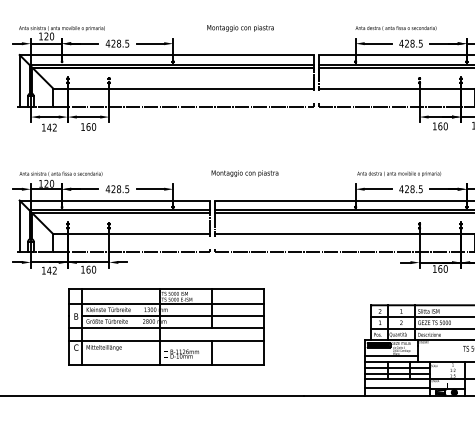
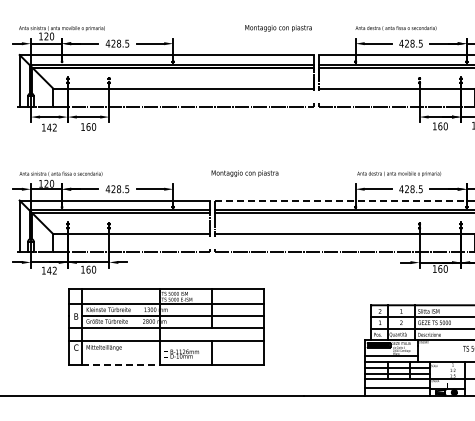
text at (240, 28) position: (240, 28) -> (278, 28)
line at (344, 200): solid -> dashed
line at (121, 365): solid -> dashed
